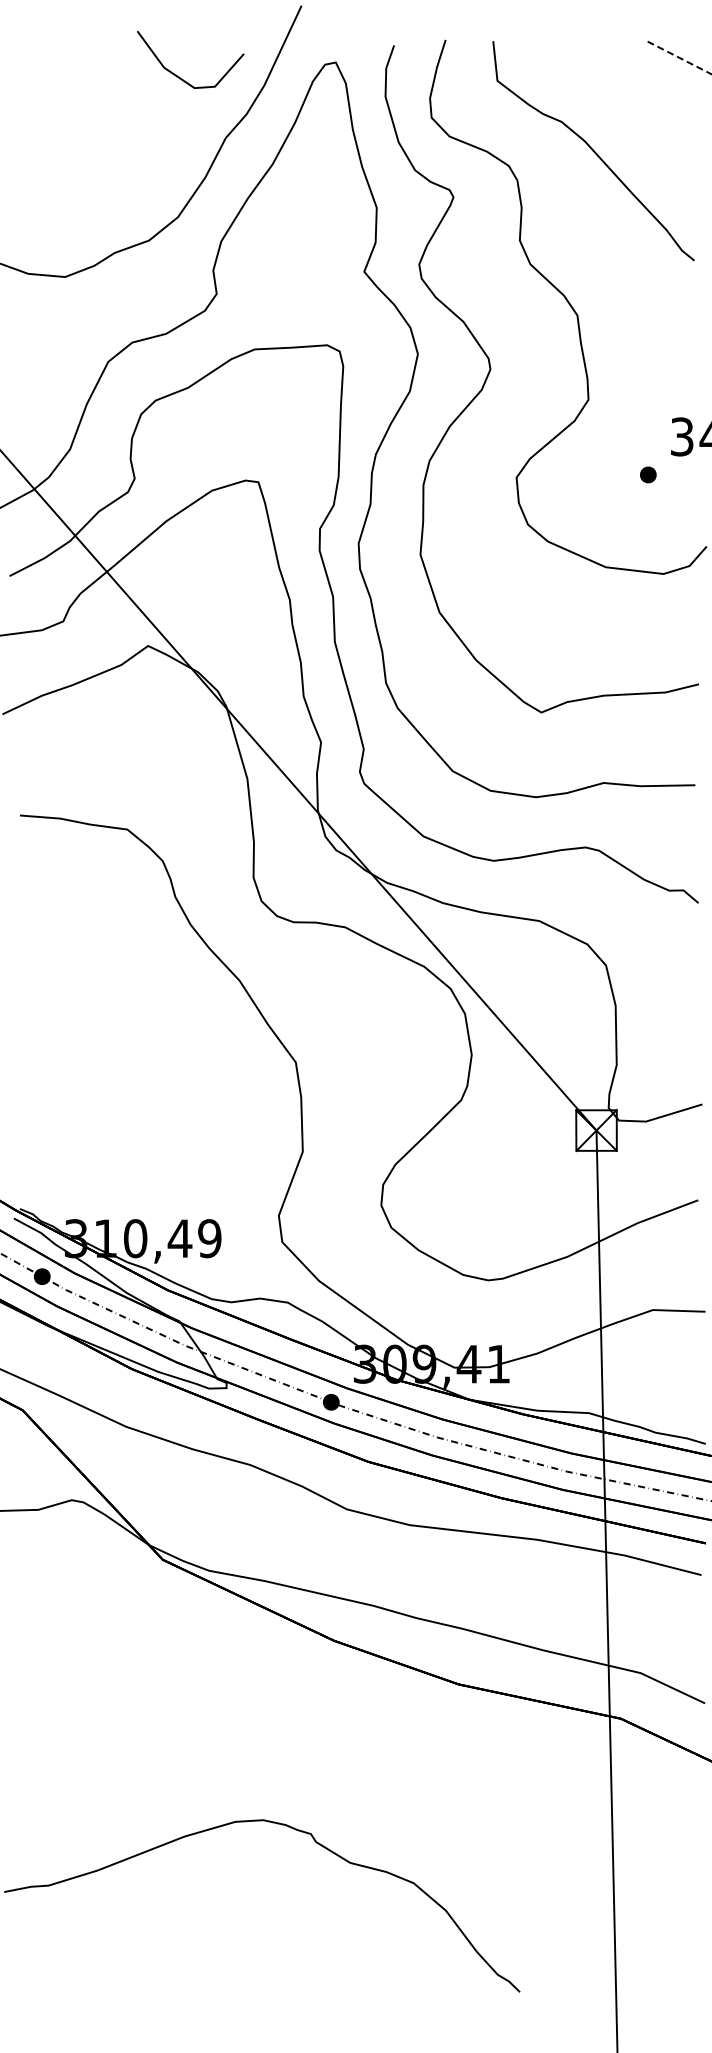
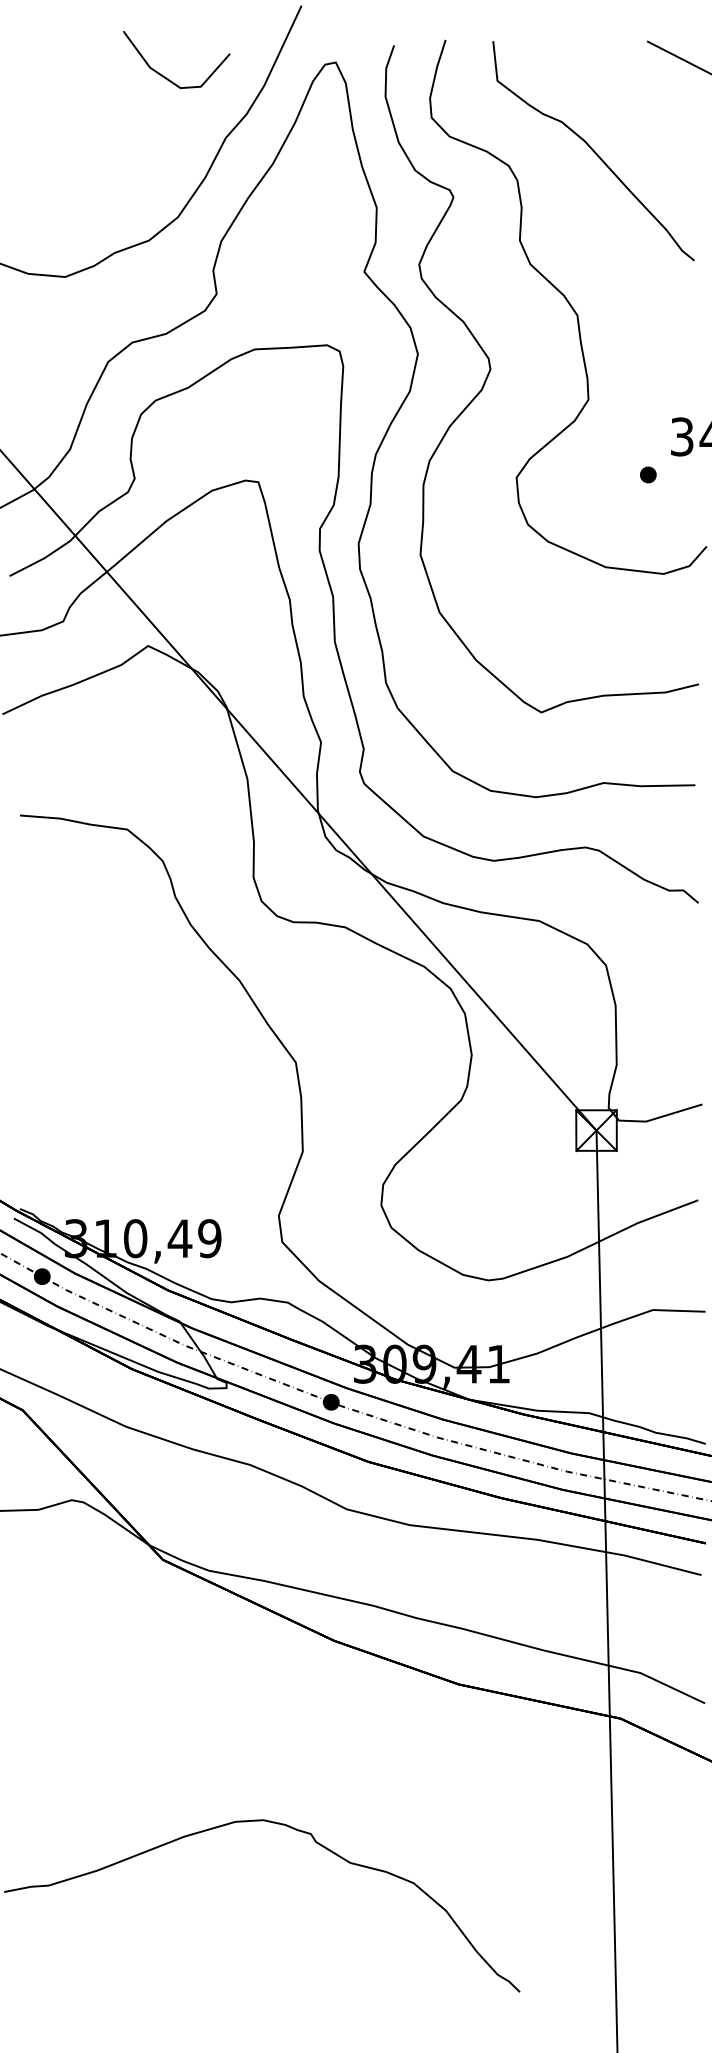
line at (678, 57): dashed -> solid
line at (179, 76) position: (179, 76) -> (165, 76)
